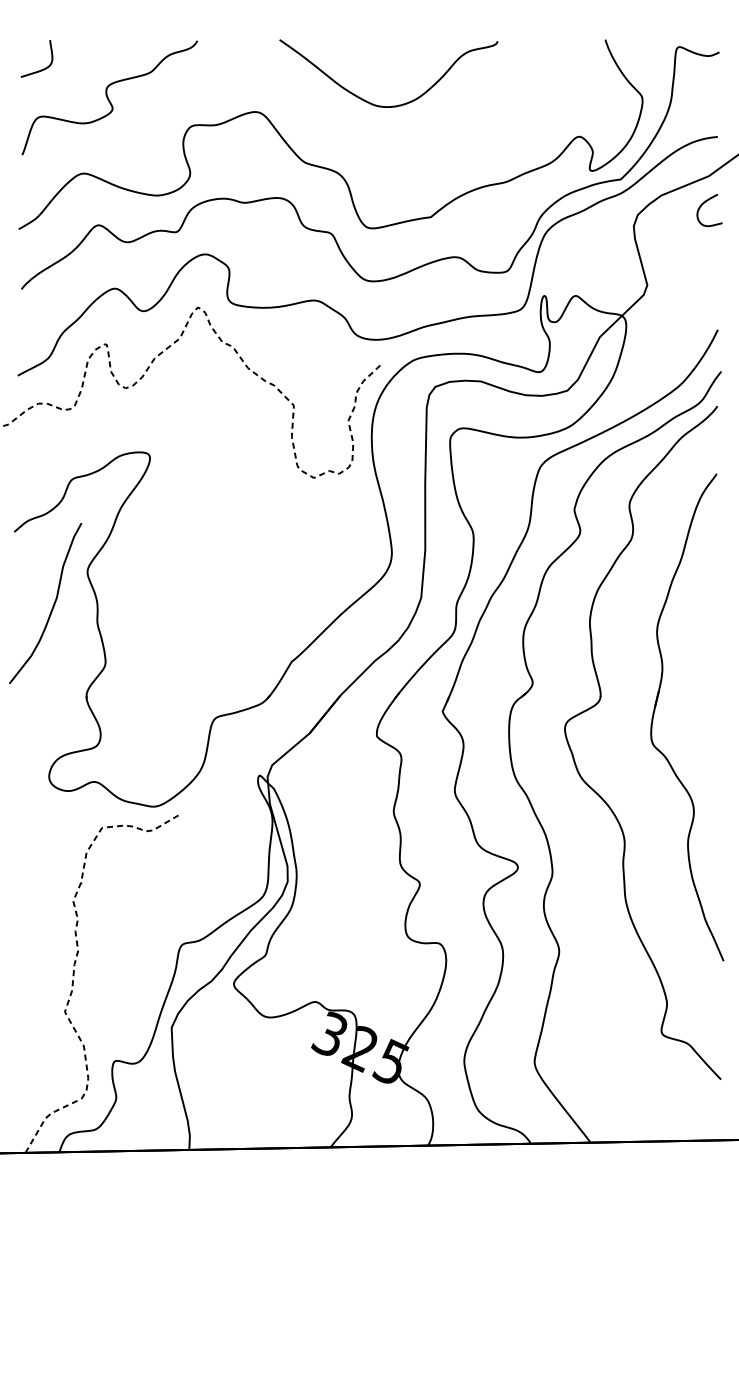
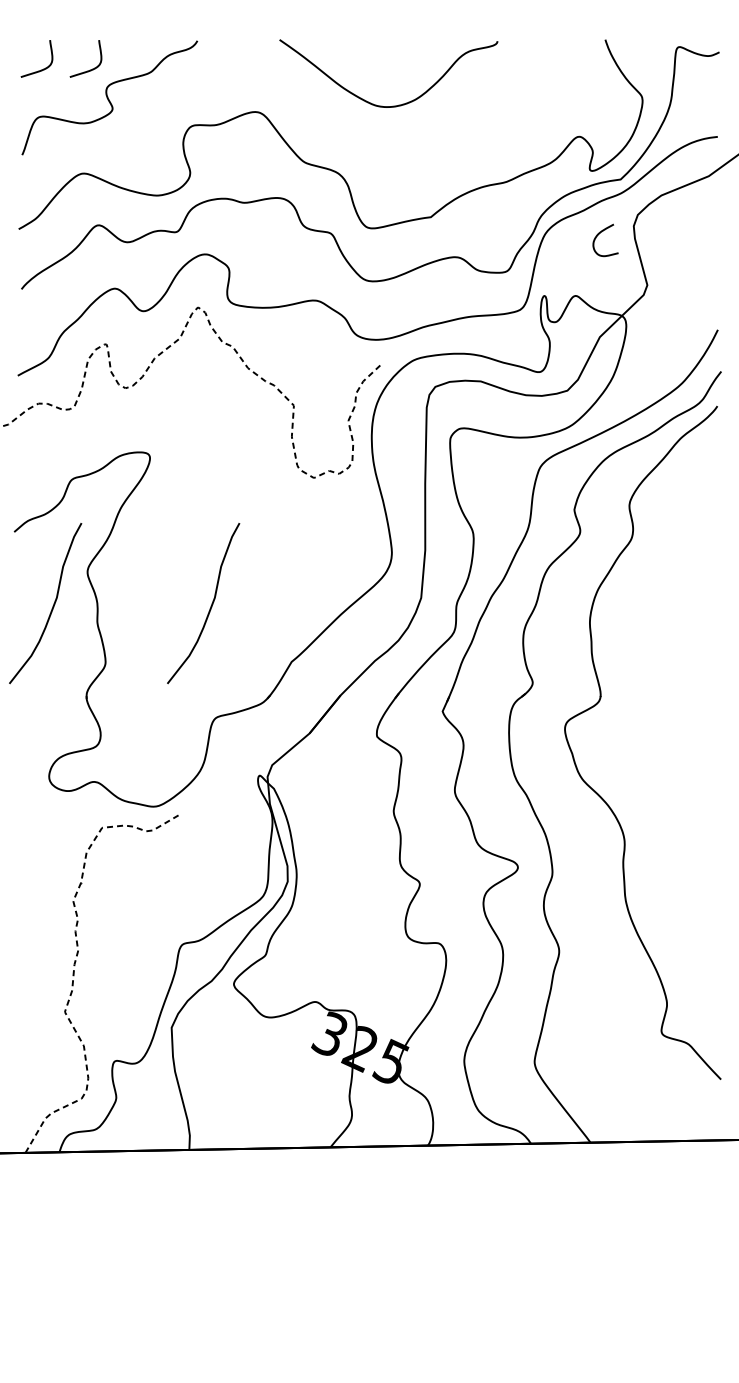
curve at (90, 69): none -> present
curve at (703, 204) position: (703, 204) -> (599, 234)
curve at (210, 606): none -> present
part at (655, 710): present -> none
